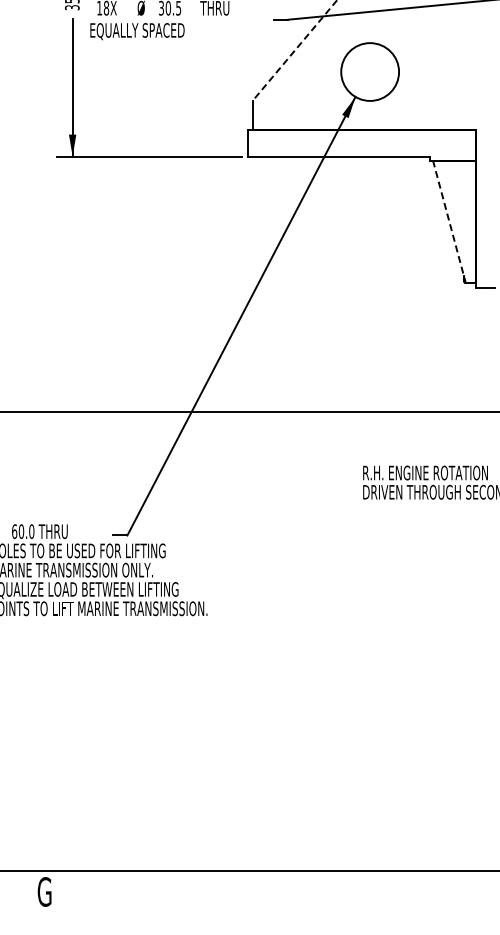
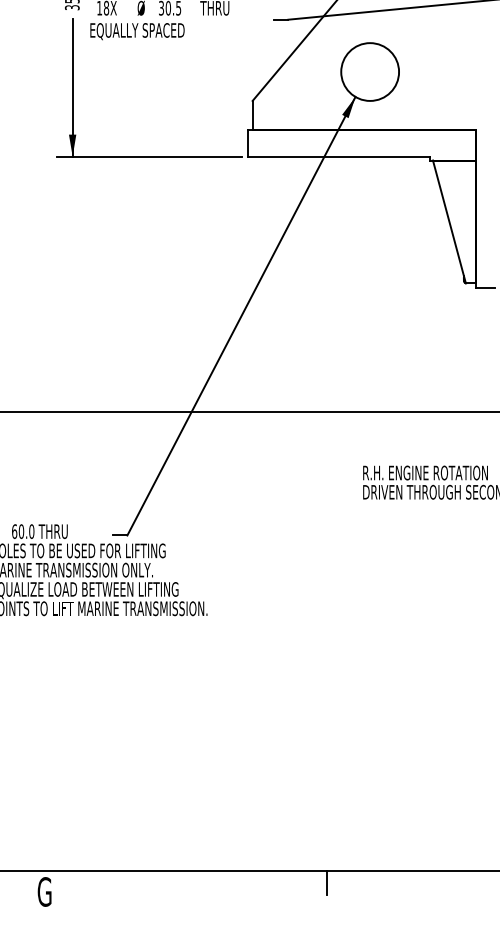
line at (294, 50): dashed -> solid
line at (449, 221): dashed -> solid
line at (326, 883): none -> present
